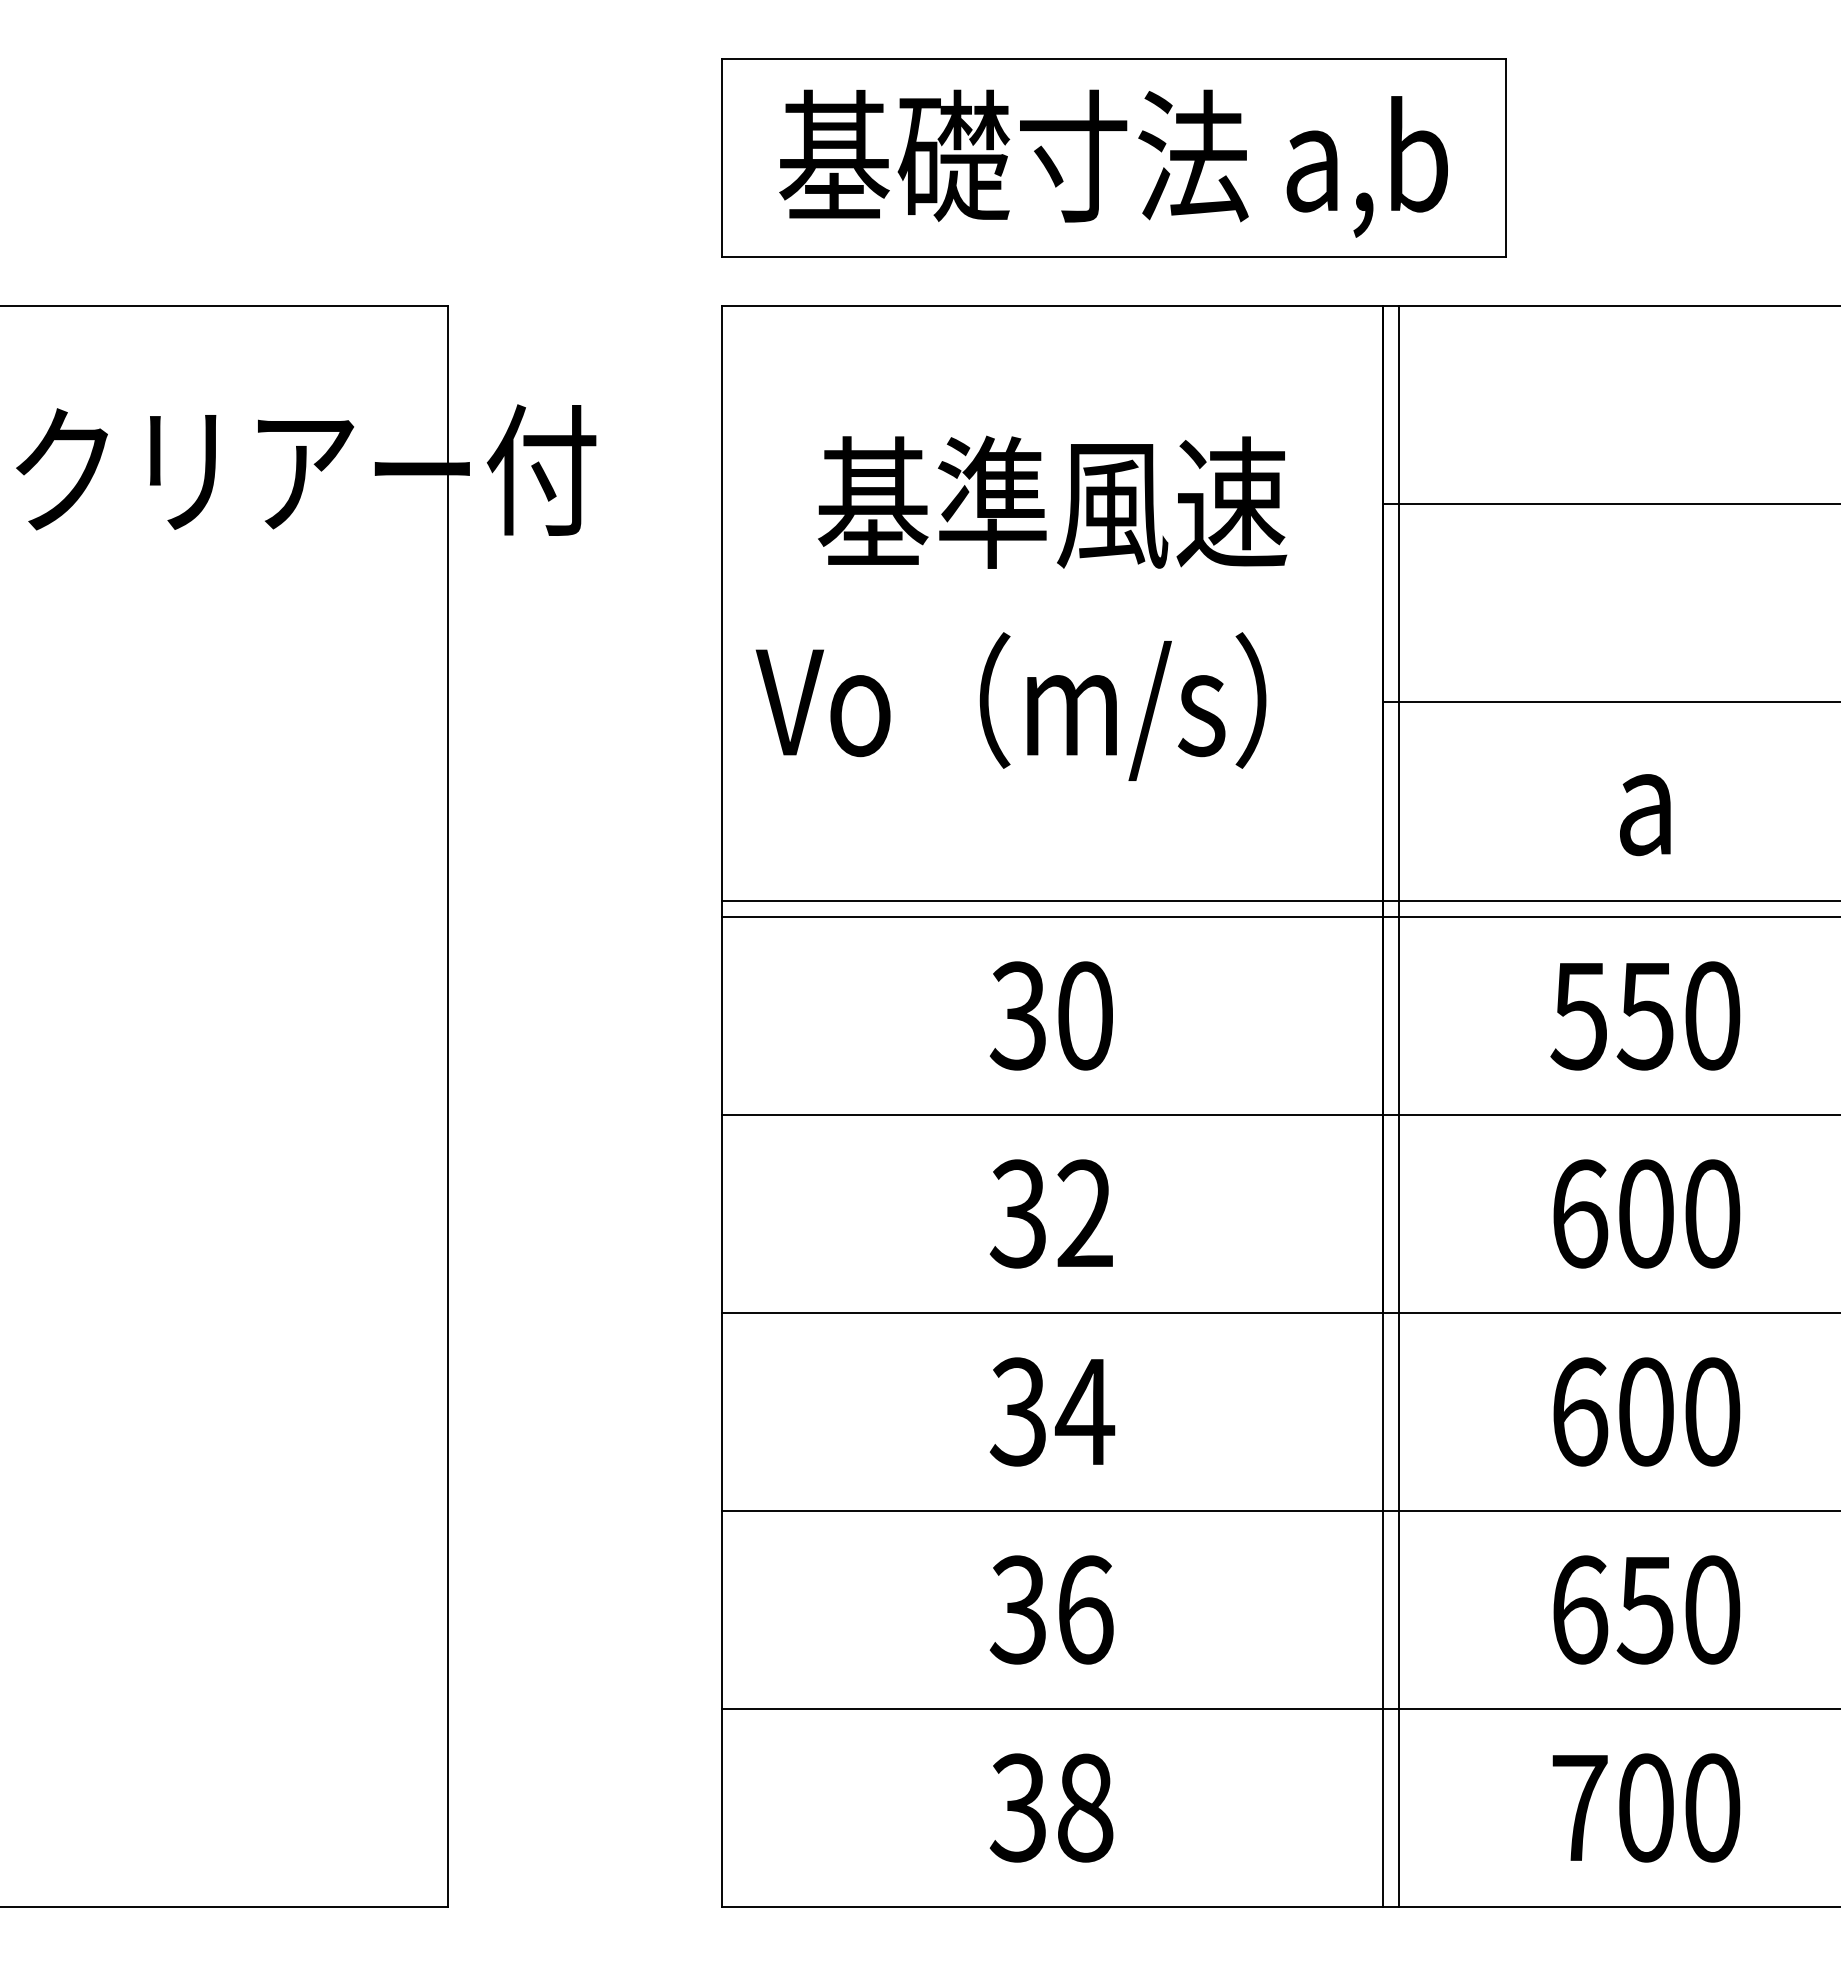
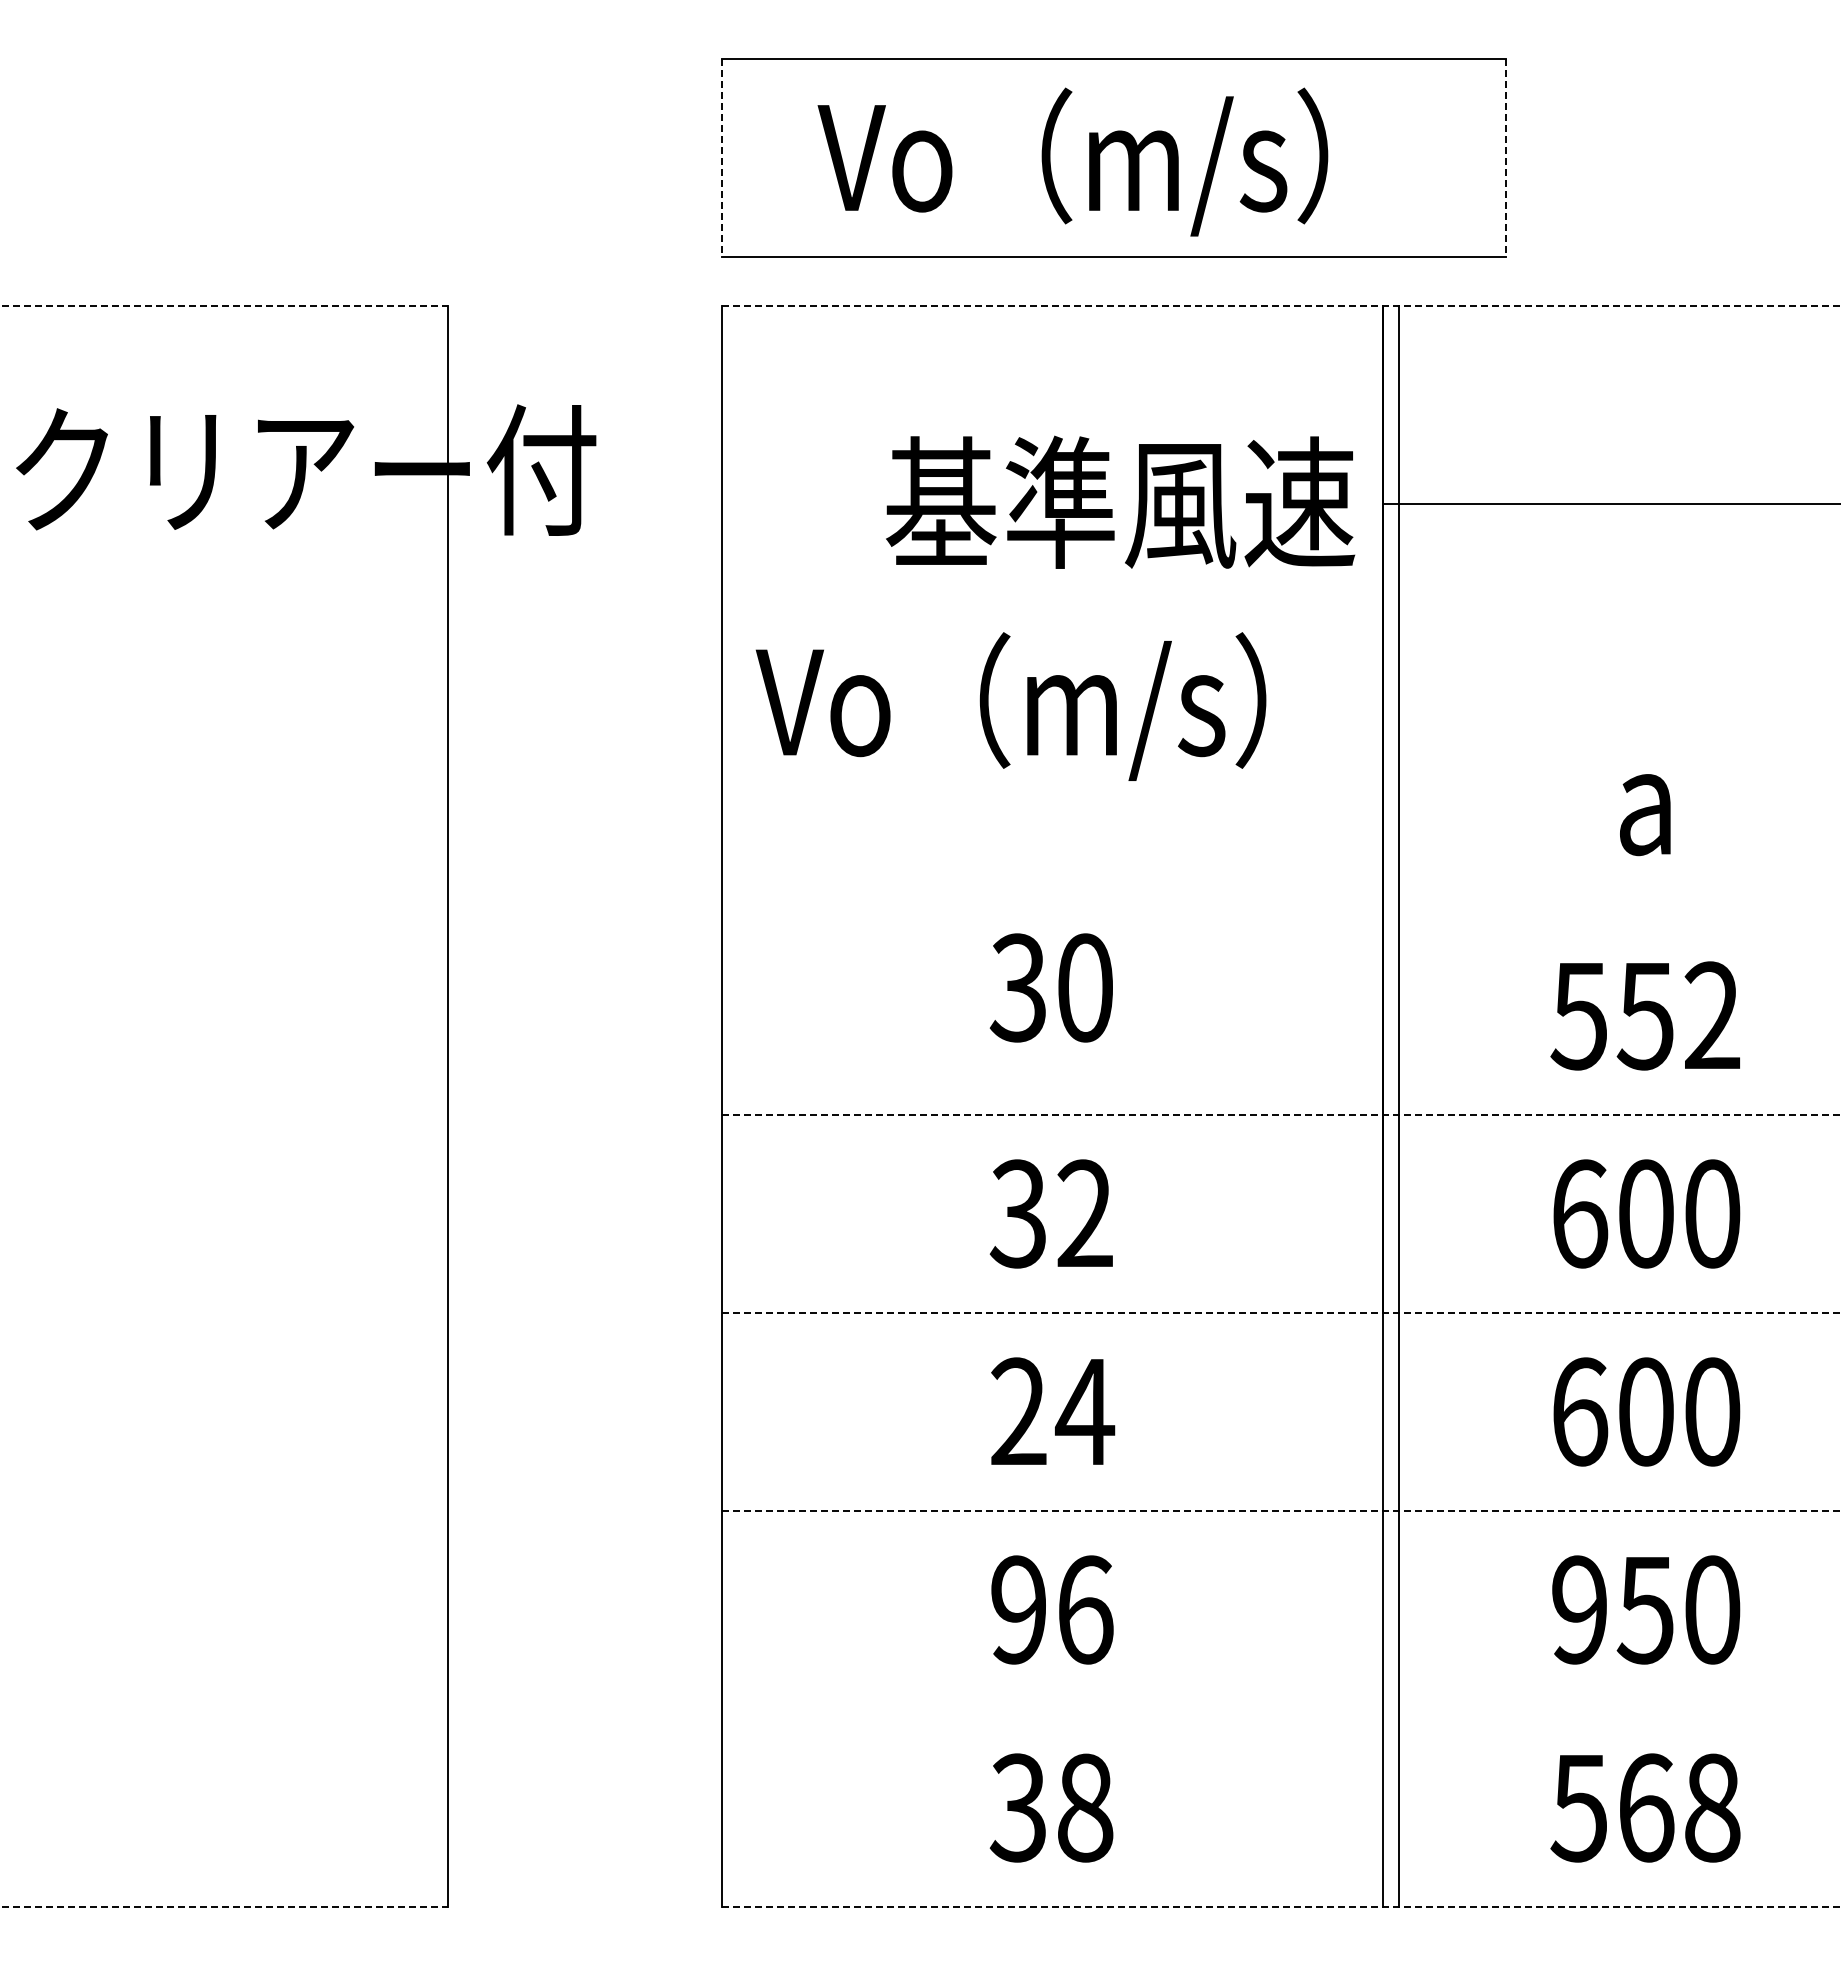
line at (722, 158): solid -> dashed
line at (1506, 158): solid -> dashed
text at (1113, 162): 基礎寸法 a,b -> Vo（m/s）
line at (224, 306): solid -> dashed
line at (1281, 306): solid -> dashed
text at (1052, 501) position: (1052, 501) -> (1120, 501)
line at (1609, 702): present -> none
line at (1279, 900): present -> none
line at (1279, 917): present -> none
text at (1050, 1015) position: (1050, 1015) -> (1050, 987)
text at (1712, 1015): 550 -> 552
line at (1281, 1115): solid -> dashed
line at (1281, 1313): solid -> dashed
text at (1017, 1411): 34 -> 24
line at (1281, 1511): solid -> dashed
text at (1017, 1609): 36 -> 96
text at (1580, 1609): 650 -> 950
line at (1279, 1709): present -> none
text at (1645, 1807): 700 -> 568
line at (224, 1907): solid -> dashed
line at (1281, 1907): solid -> dashed
